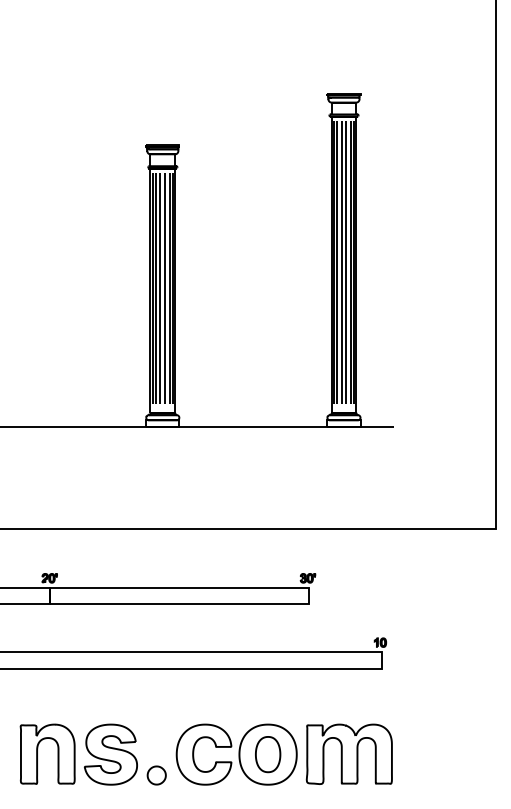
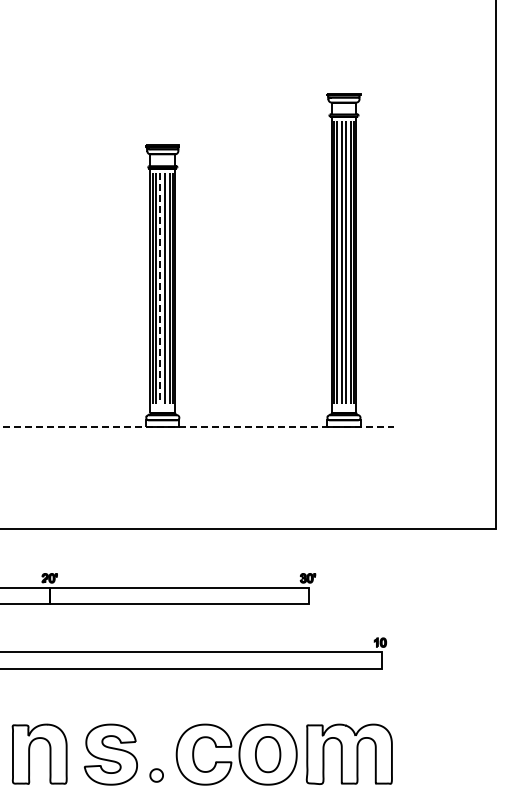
line at (160, 288): solid -> dashed
line at (197, 426): solid -> dashed
part at (37, 753) position: (37, 753) -> (29, 753)
part at (156, 775) size: 21x21 px -> 15x15 px
